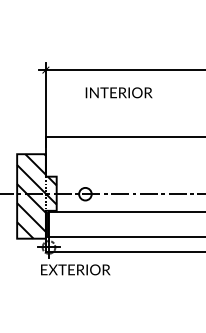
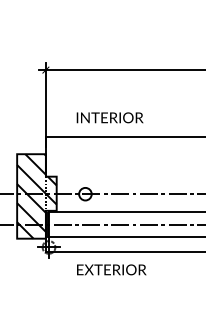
text at (118, 92) position: (118, 92) -> (109, 117)
line at (102, 224): none -> present
text at (75, 269) position: (75, 269) -> (111, 269)
